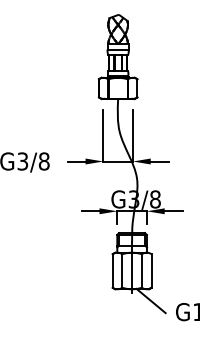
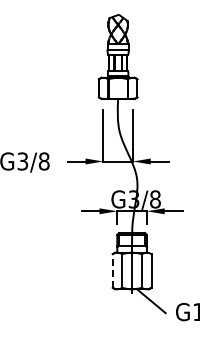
line at (112, 270): solid -> dashed
